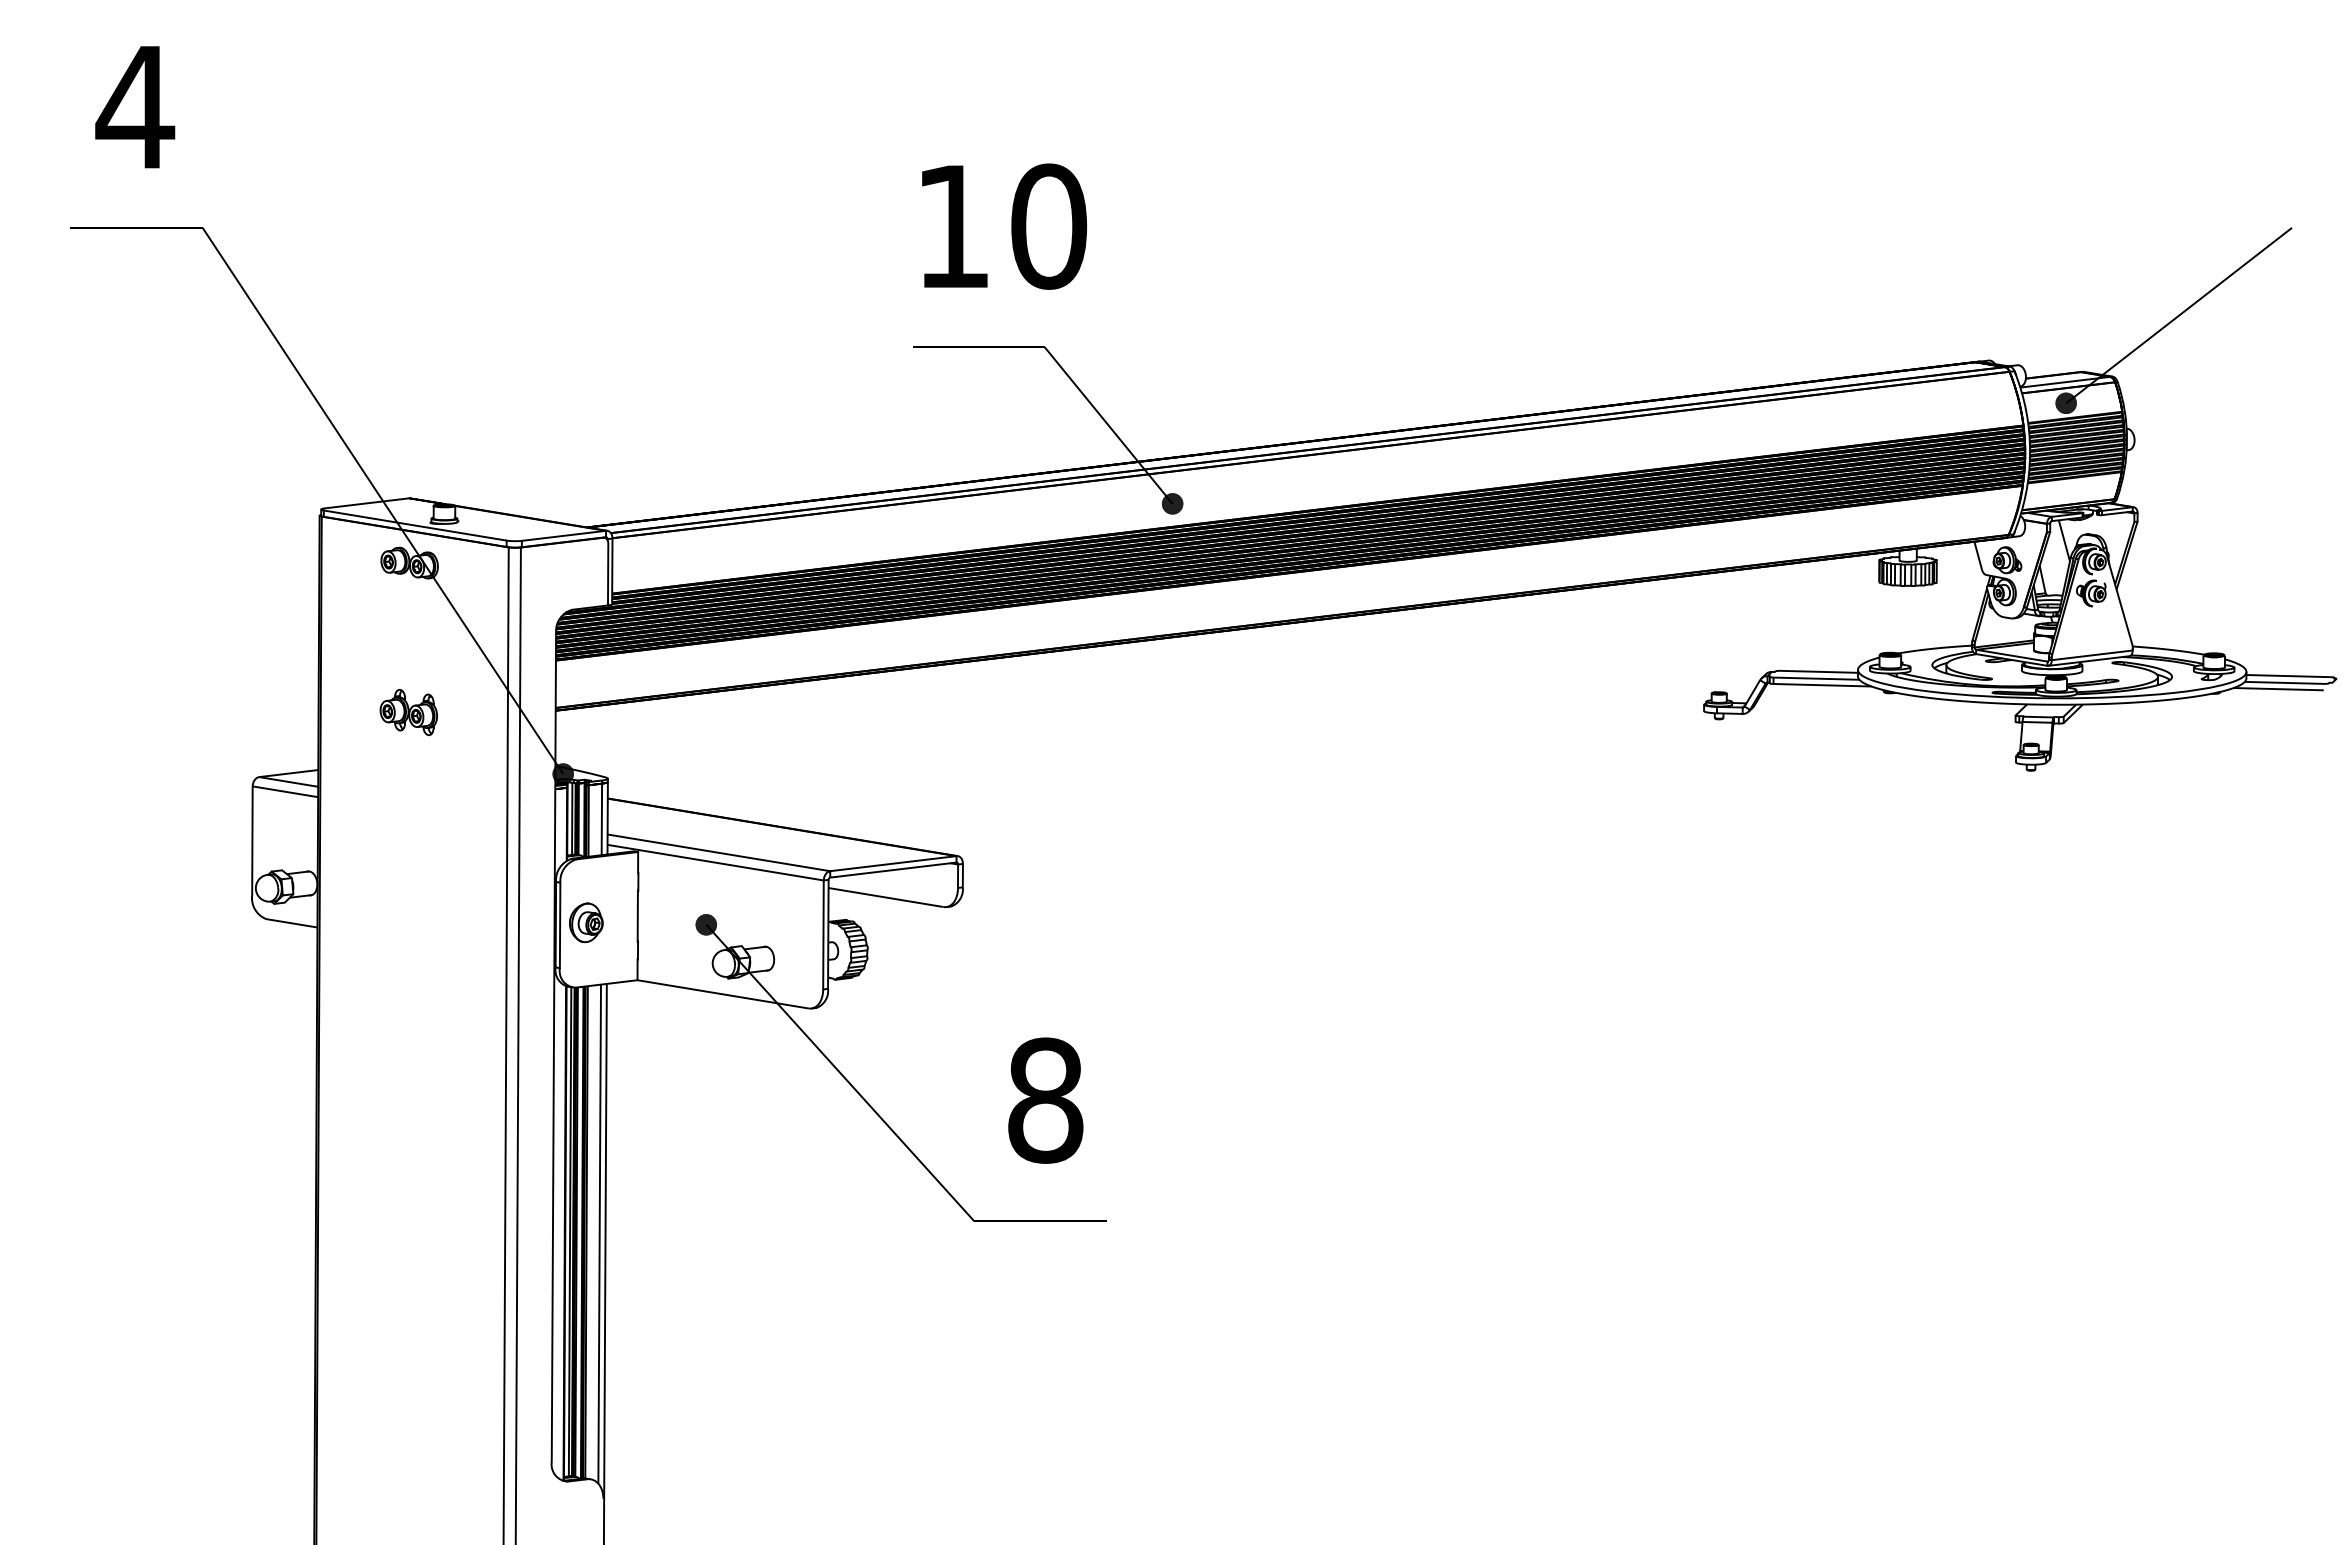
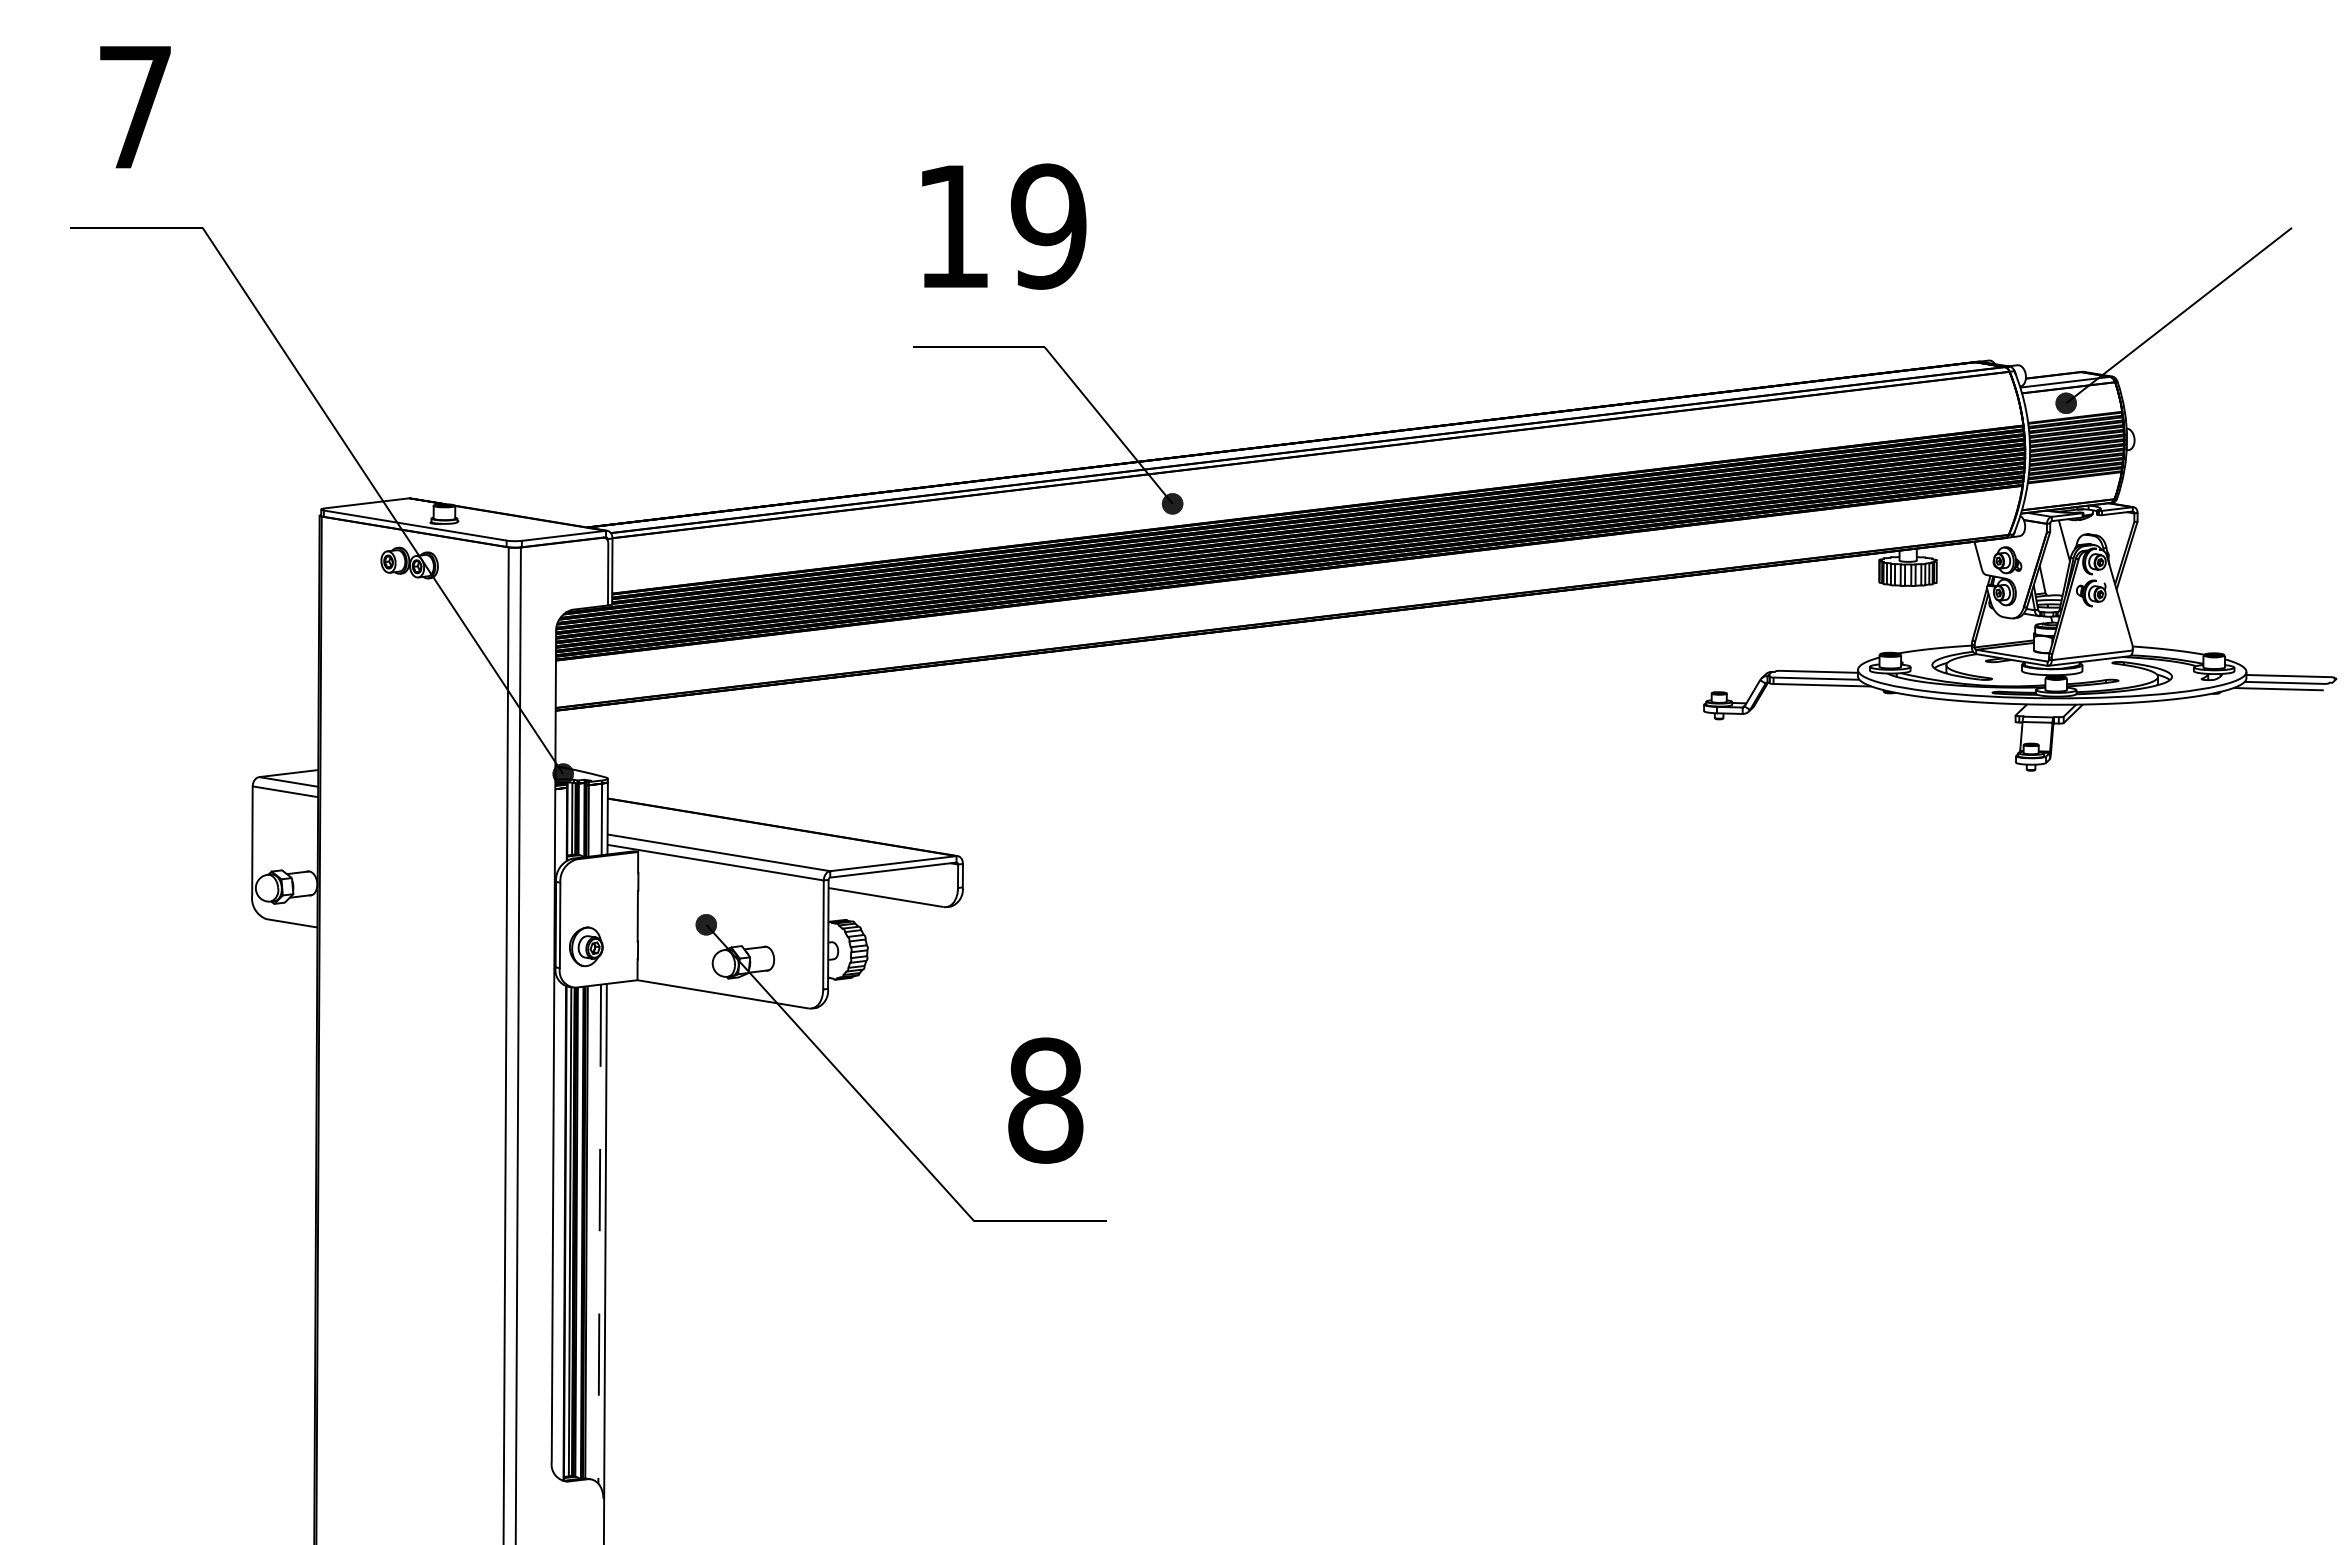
text at (135, 107): 4 -> 7
text at (1048, 226): 10 -> 19
part at (408, 712): present -> none
part at (586, 922) position: (586, 922) -> (586, 946)
line at (599, 1234): solid -> dashed
